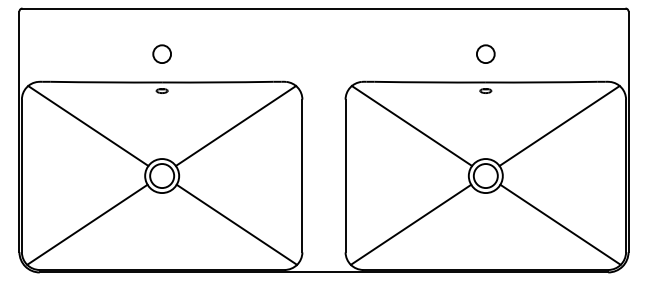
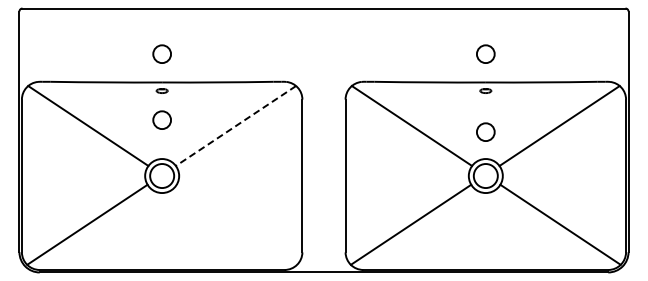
circle at (161, 119): none -> present
line at (235, 126): solid -> dashed
circle at (485, 131): none -> present
line at (236, 224): present -> none
